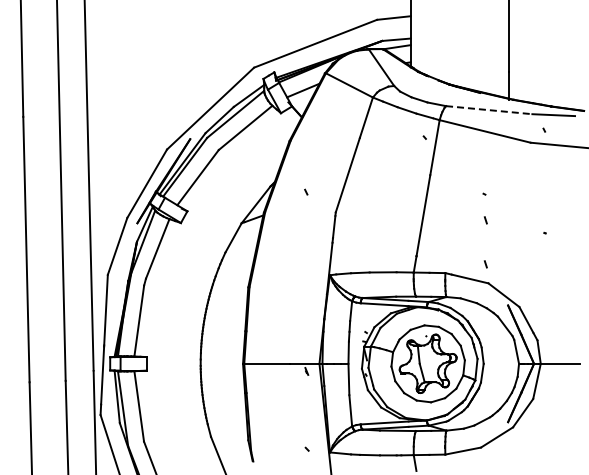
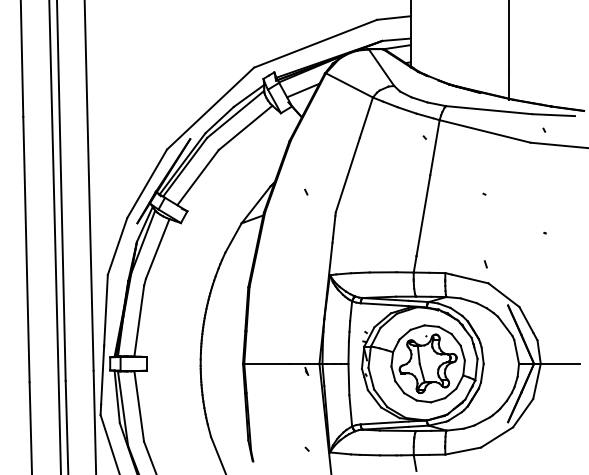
line at (489, 110): dashed -> solid
line at (485, 220): present -> none
line at (54, 236): none -> present
